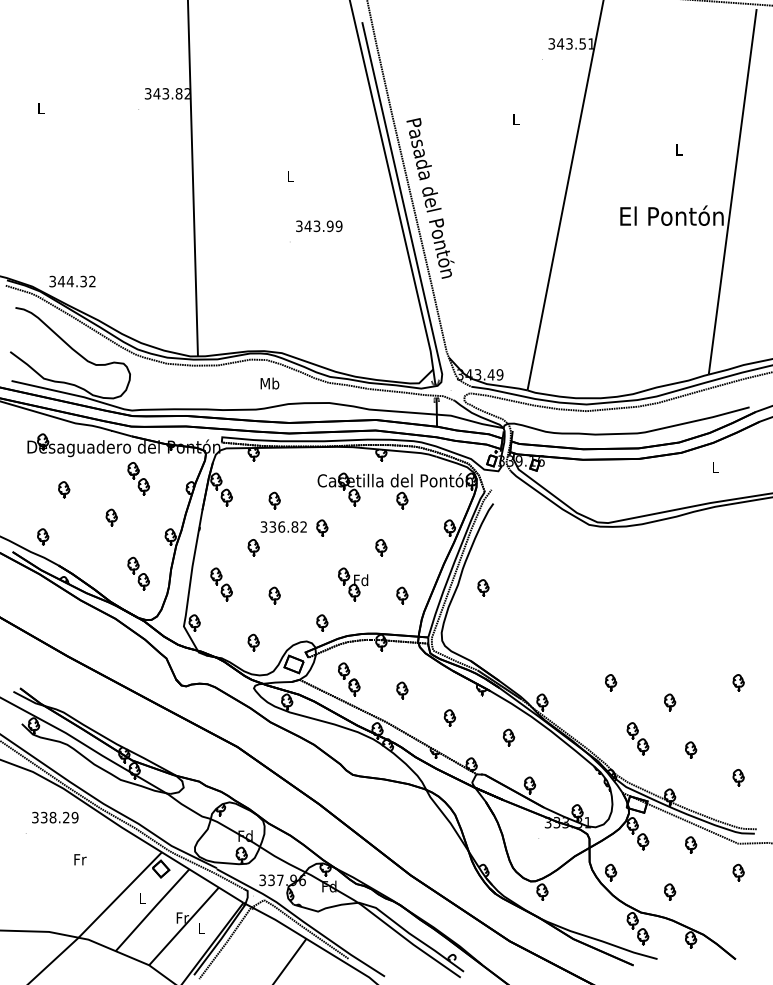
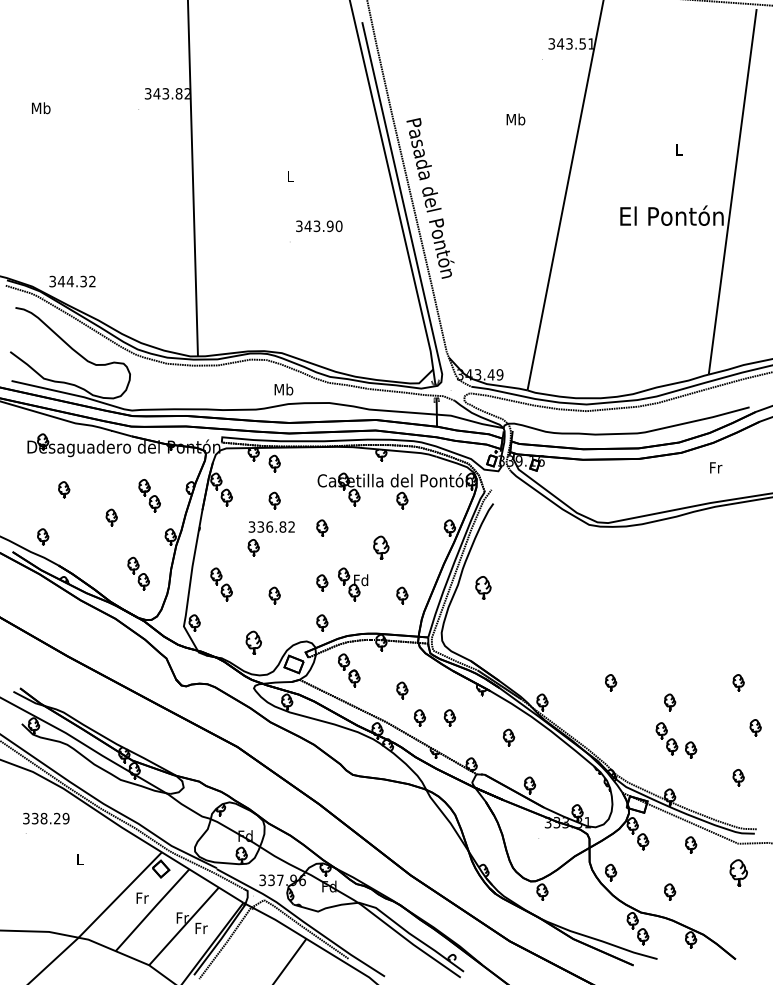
text at (41, 108): L -> Mb
text at (515, 119): L -> Mb
text at (338, 226): 343.99 -> 343.90
text at (269, 383) position: (269, 383) -> (283, 389)
part at (274, 463): none -> present
text at (716, 467): L -> Fr
part at (138, 478) position: (138, 478) -> (149, 495)
text at (283, 526) position: (283, 526) -> (271, 526)
part at (381, 547) size: 13x18 px -> 17x25 px
part at (322, 582): none -> present
part at (483, 587) size: 13x18 px -> 17x24 px
part at (253, 642) size: 13x19 px -> 17x25 px
part at (349, 679) position: (349, 679) -> (349, 670)
part at (419, 717): none -> present
part at (755, 727): none -> present
part at (637, 738) position: (637, 738) -> (666, 738)
text at (55, 817) position: (55, 817) -> (46, 818)
text at (80, 859): Fr -> L
part at (738, 872) size: 13x19 px -> 19x28 px
text at (142, 897): L -> Fr
text at (201, 927): L -> Fr
